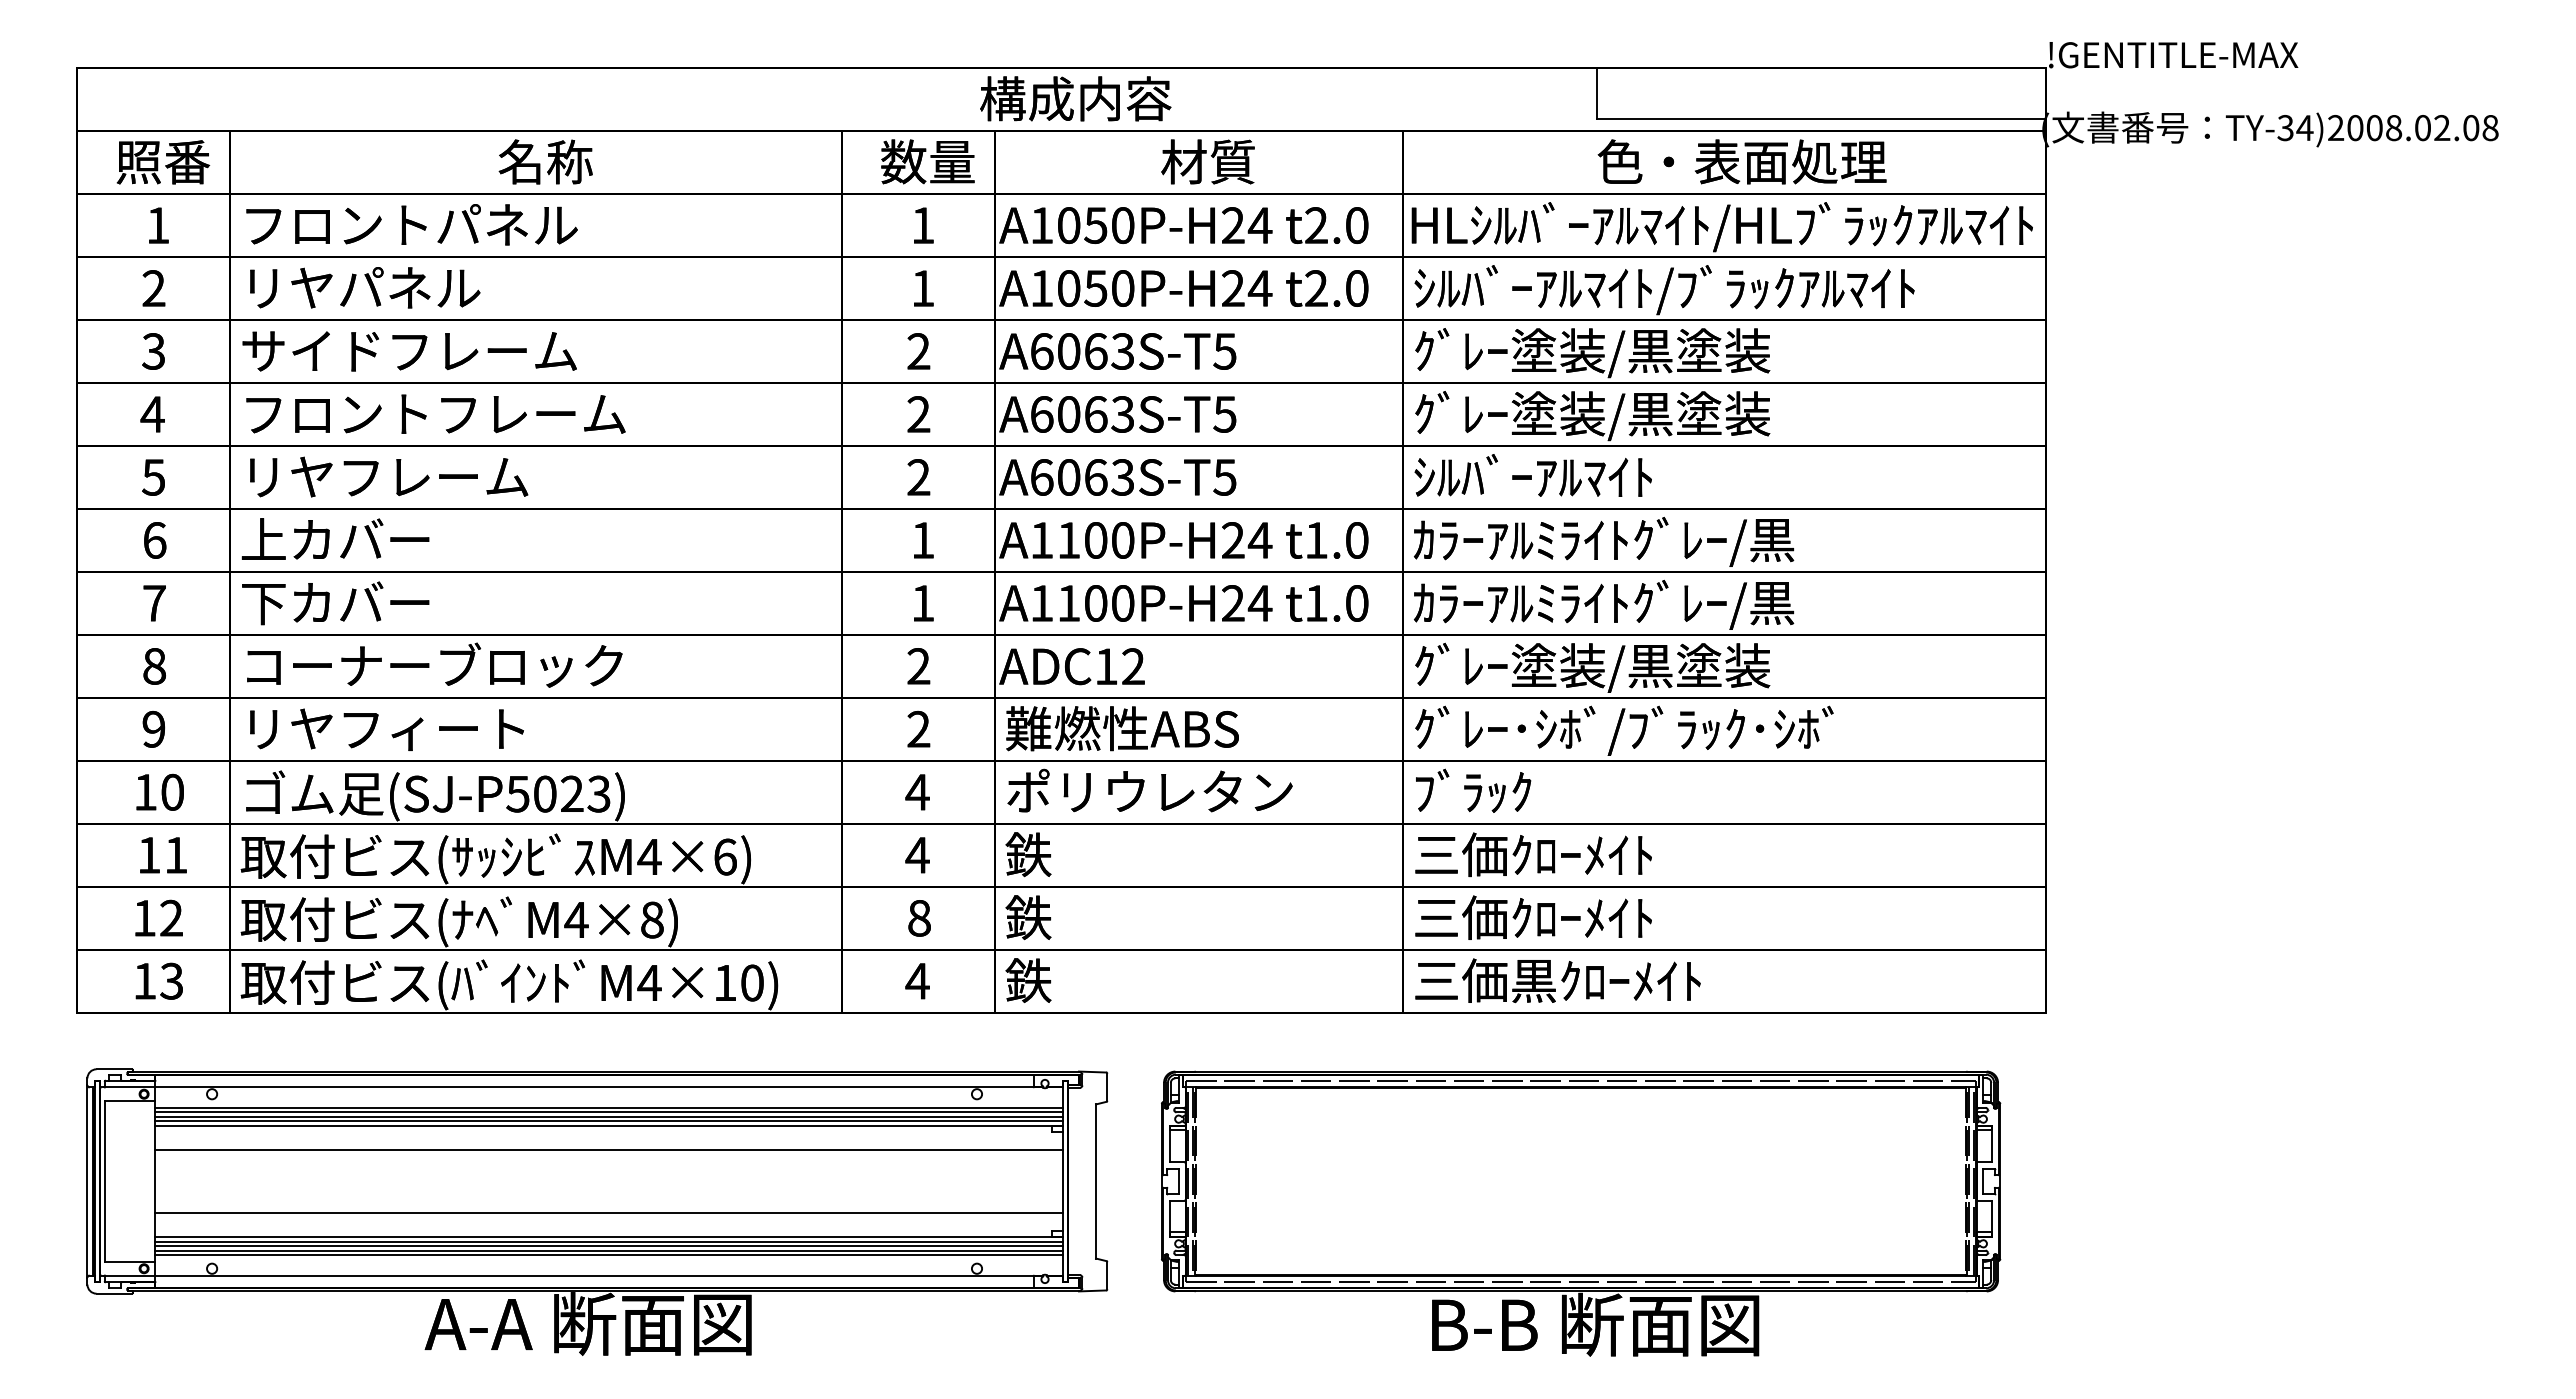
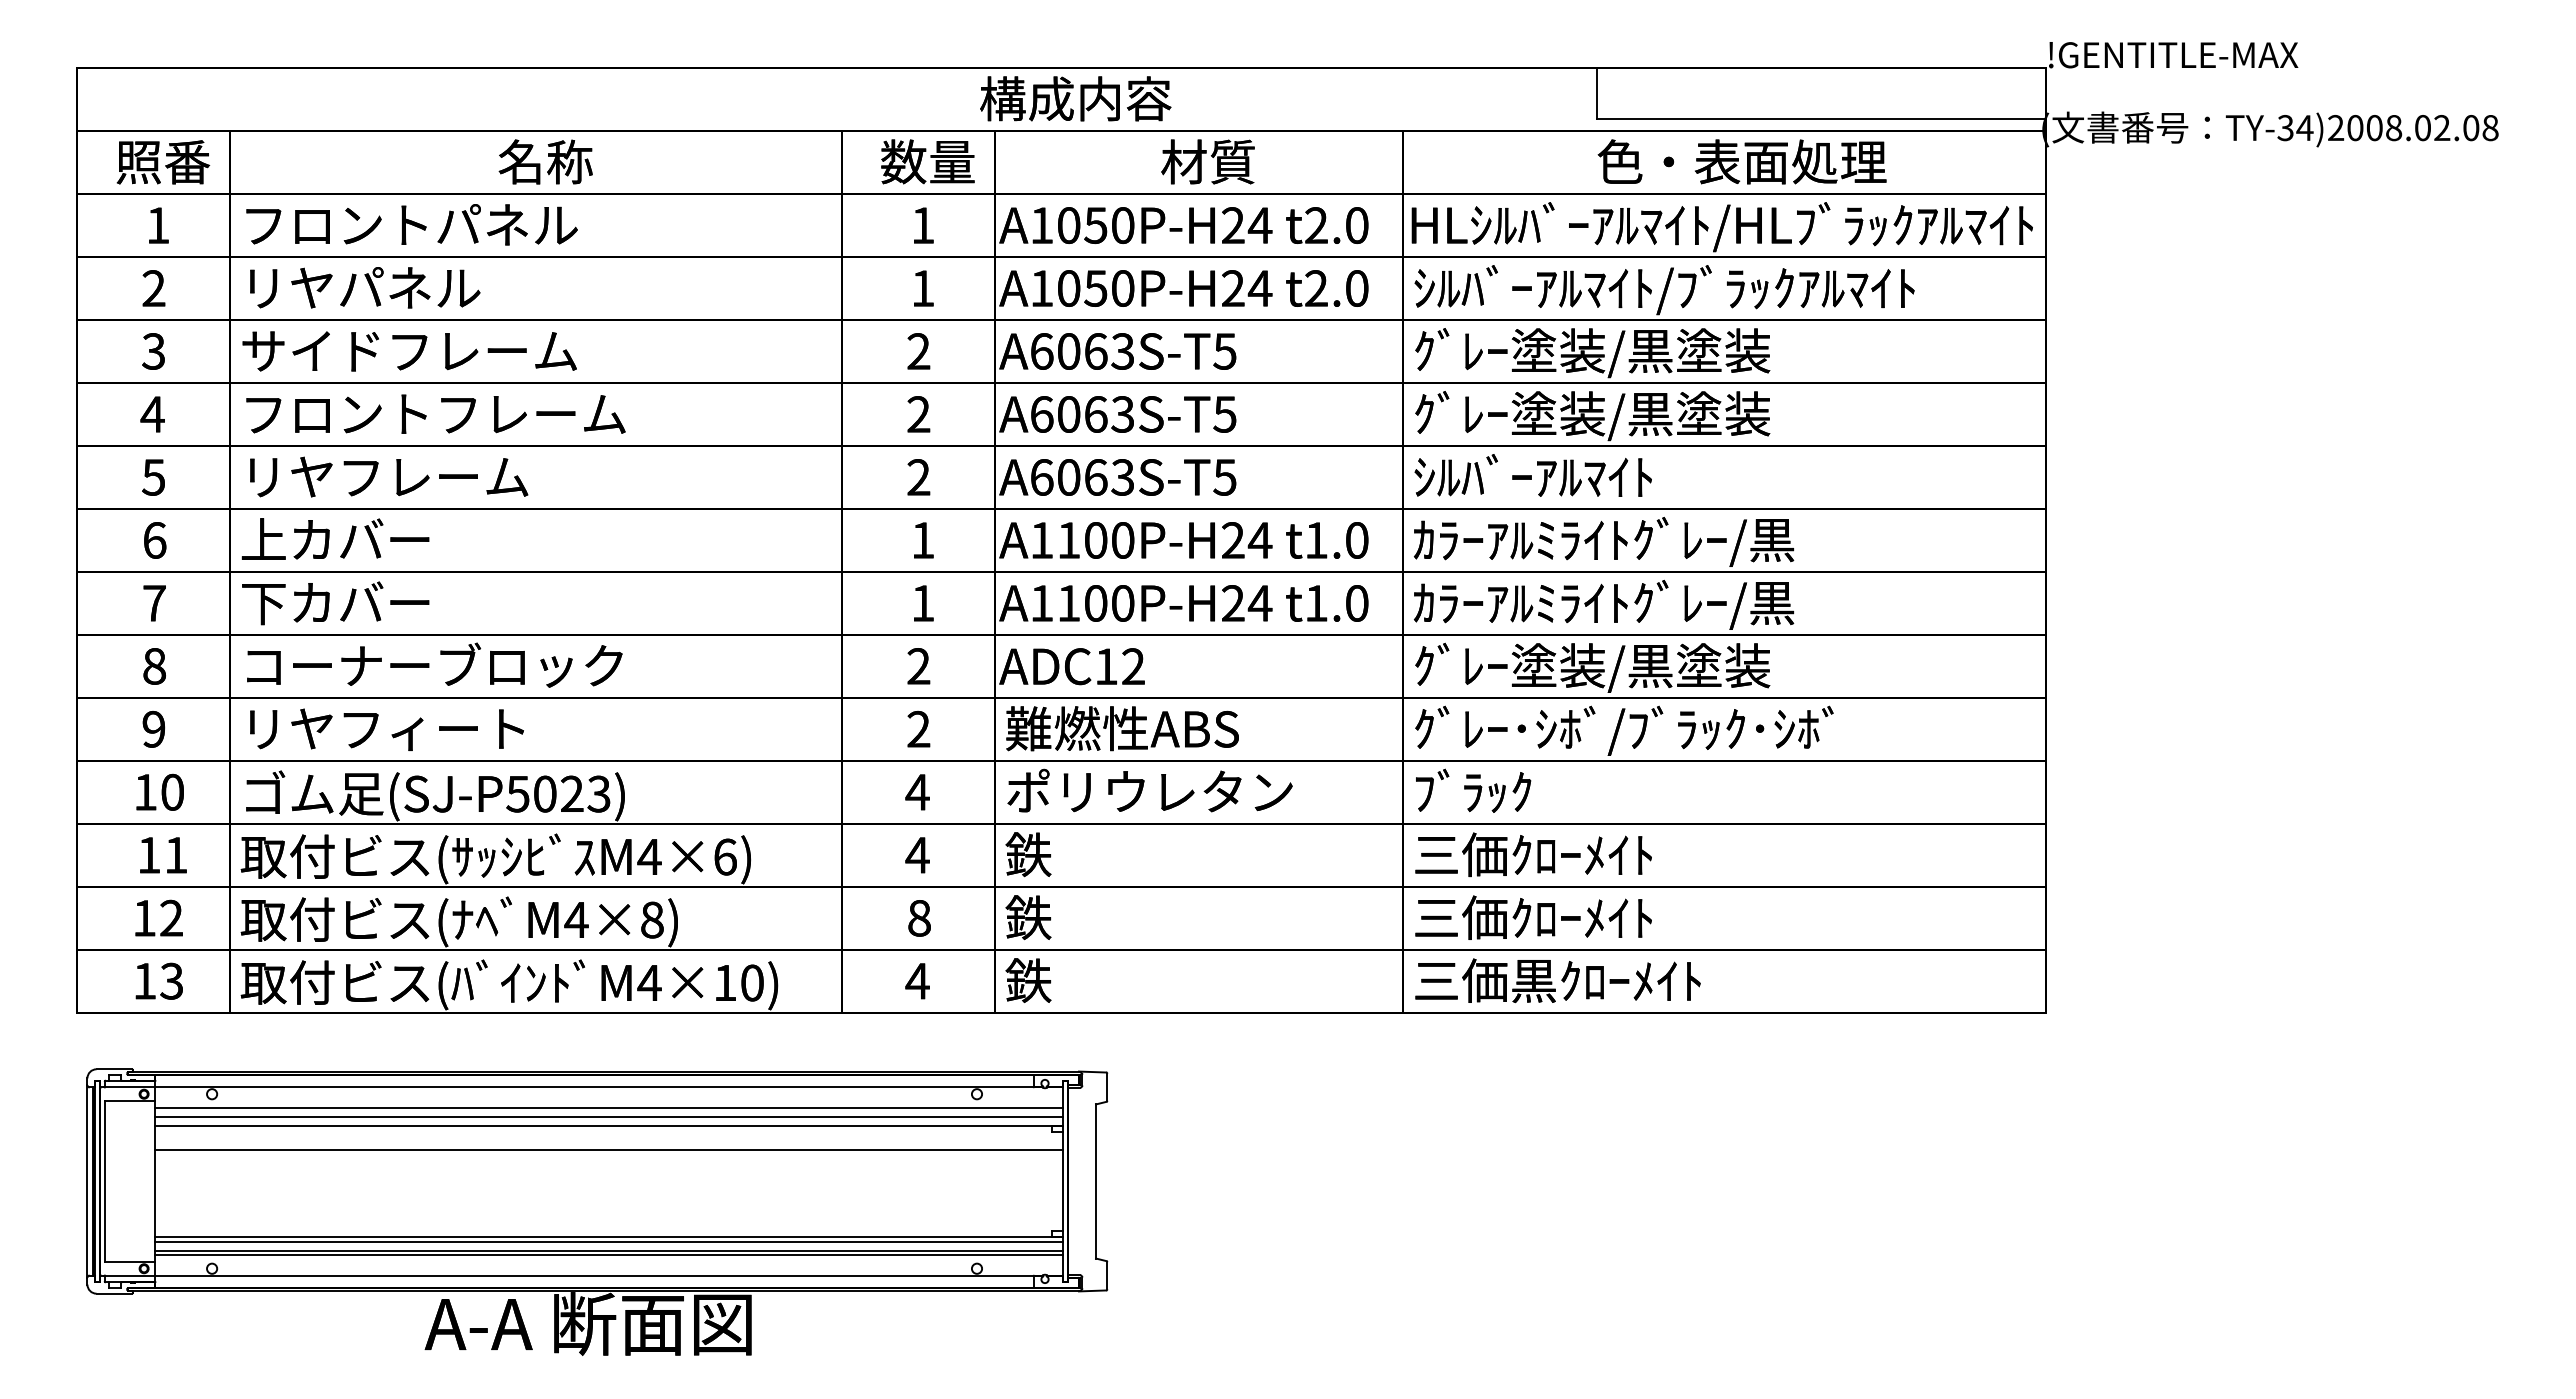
line at (608, 1112): present -> none
line at (608, 1121): present -> none
line at (608, 1213): present -> none
part at (1581, 1213): present -> none
line at (608, 1245): present -> none
